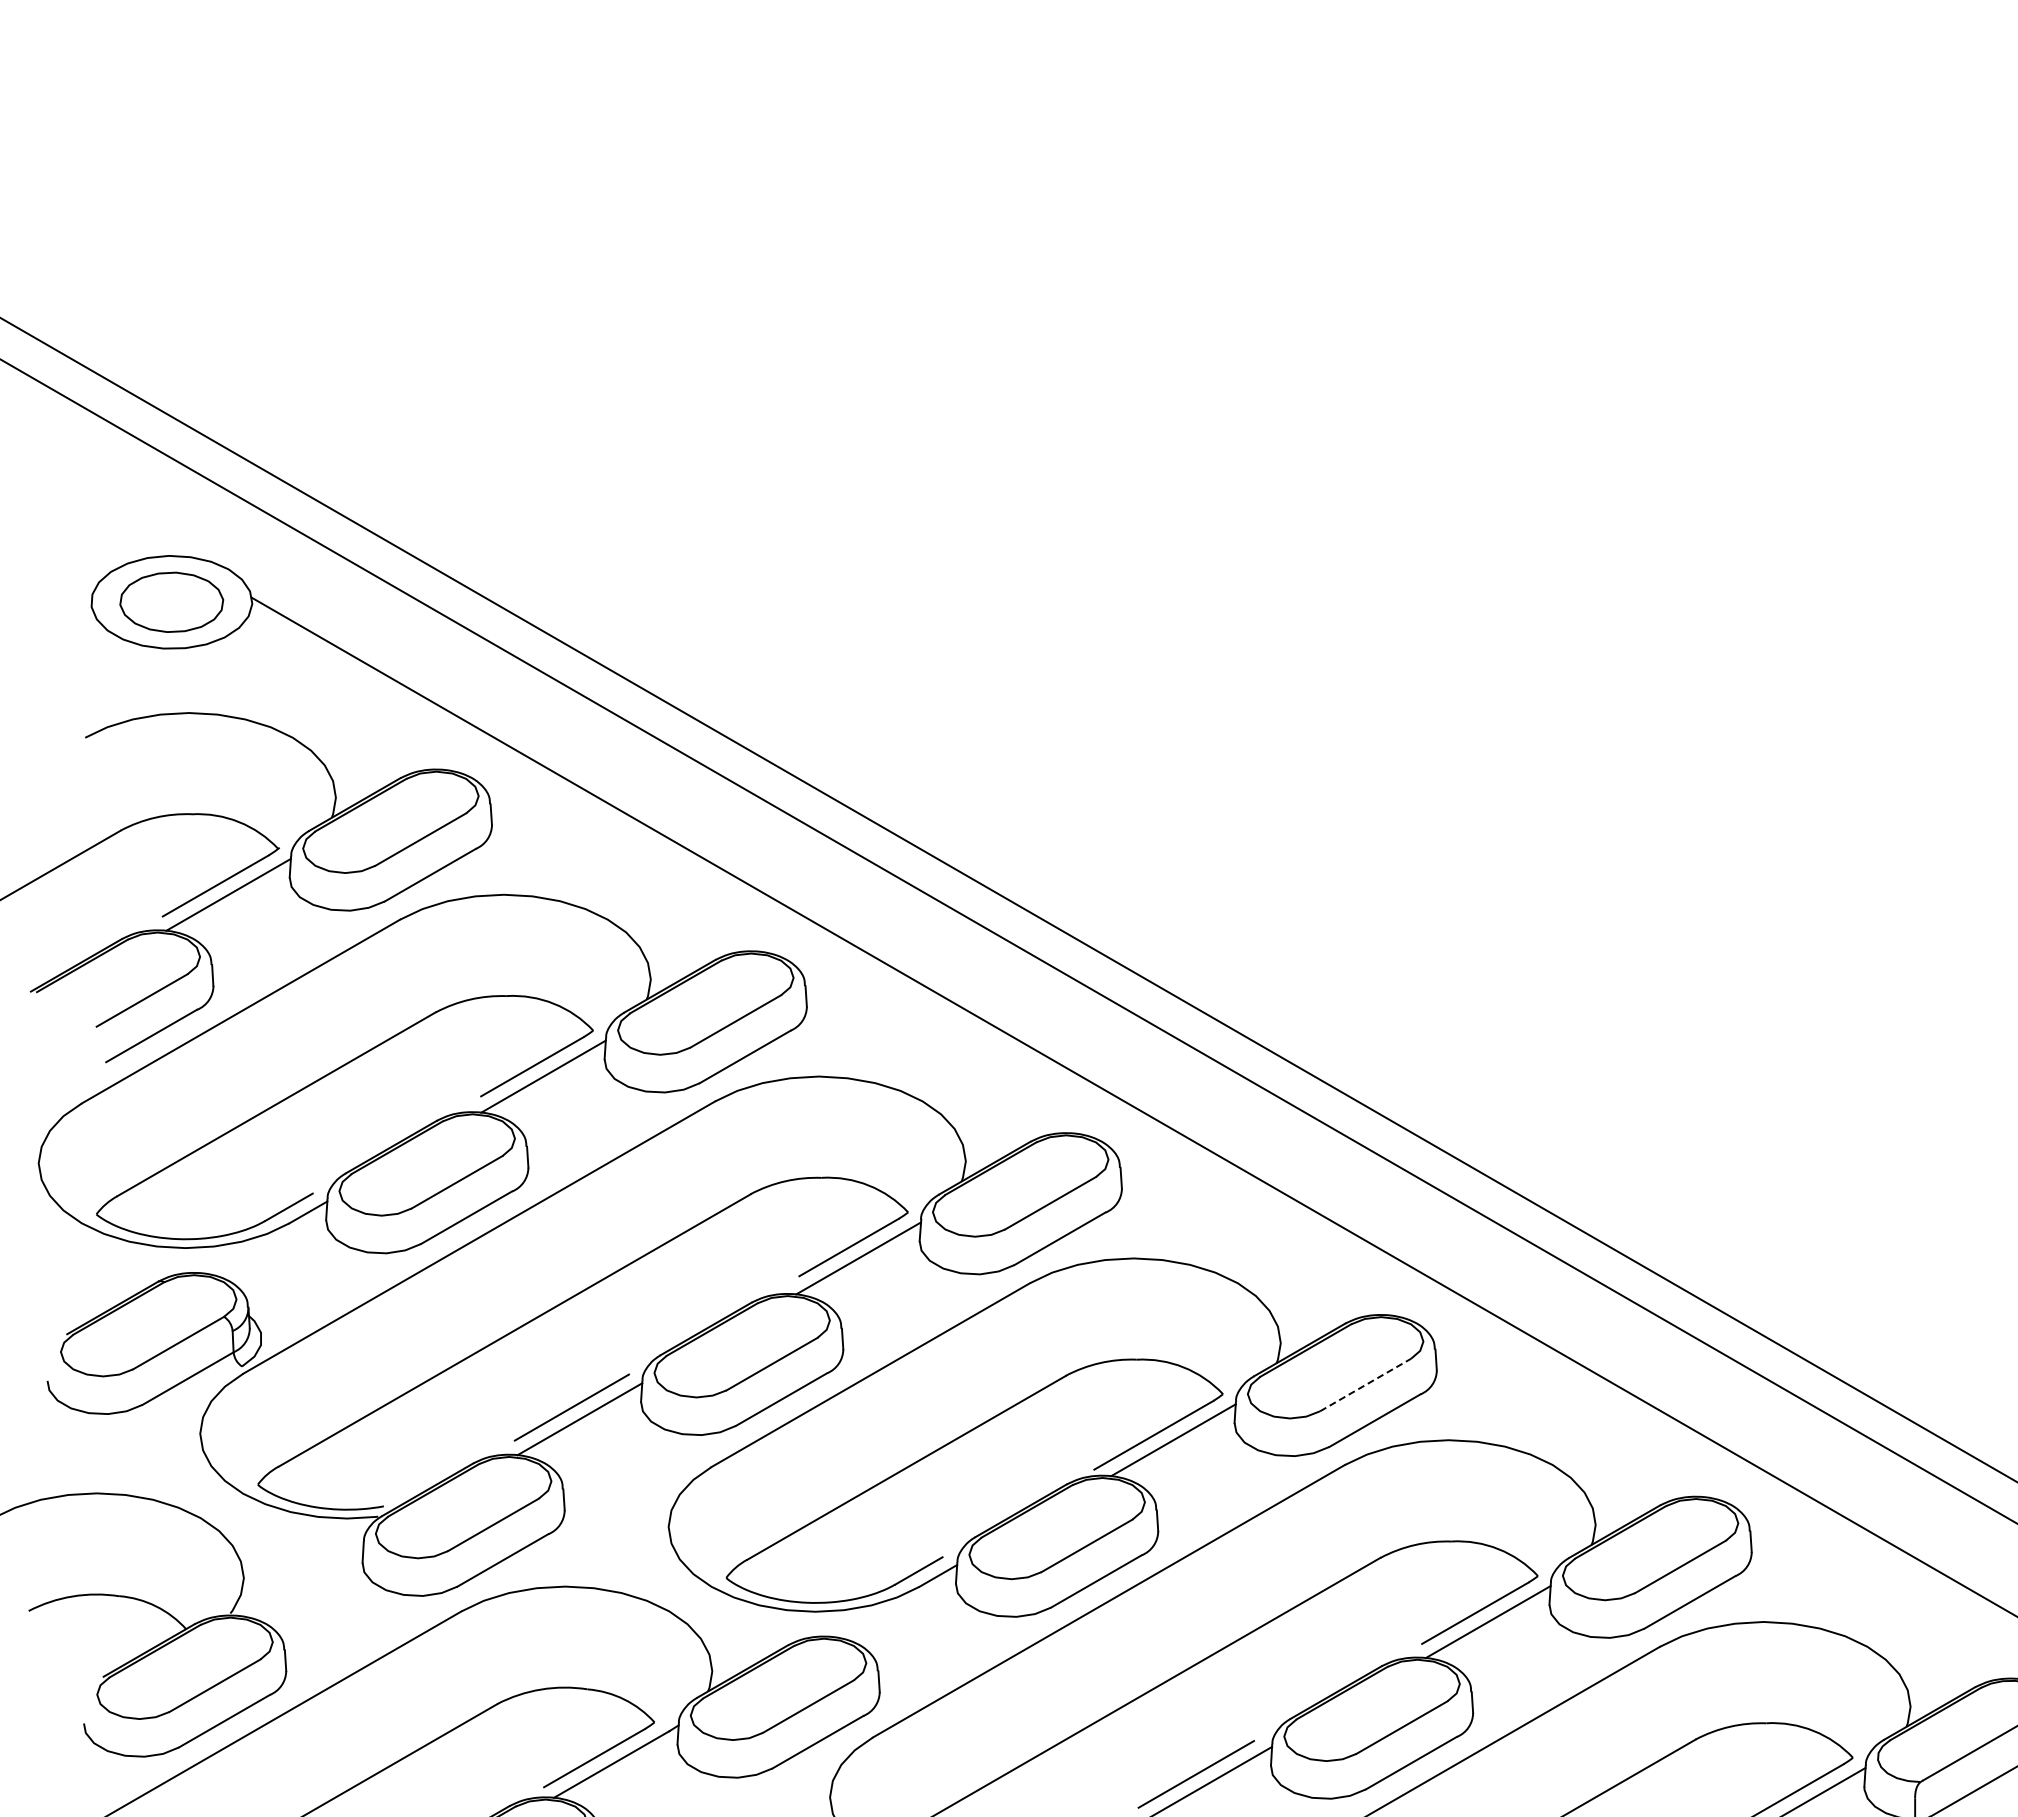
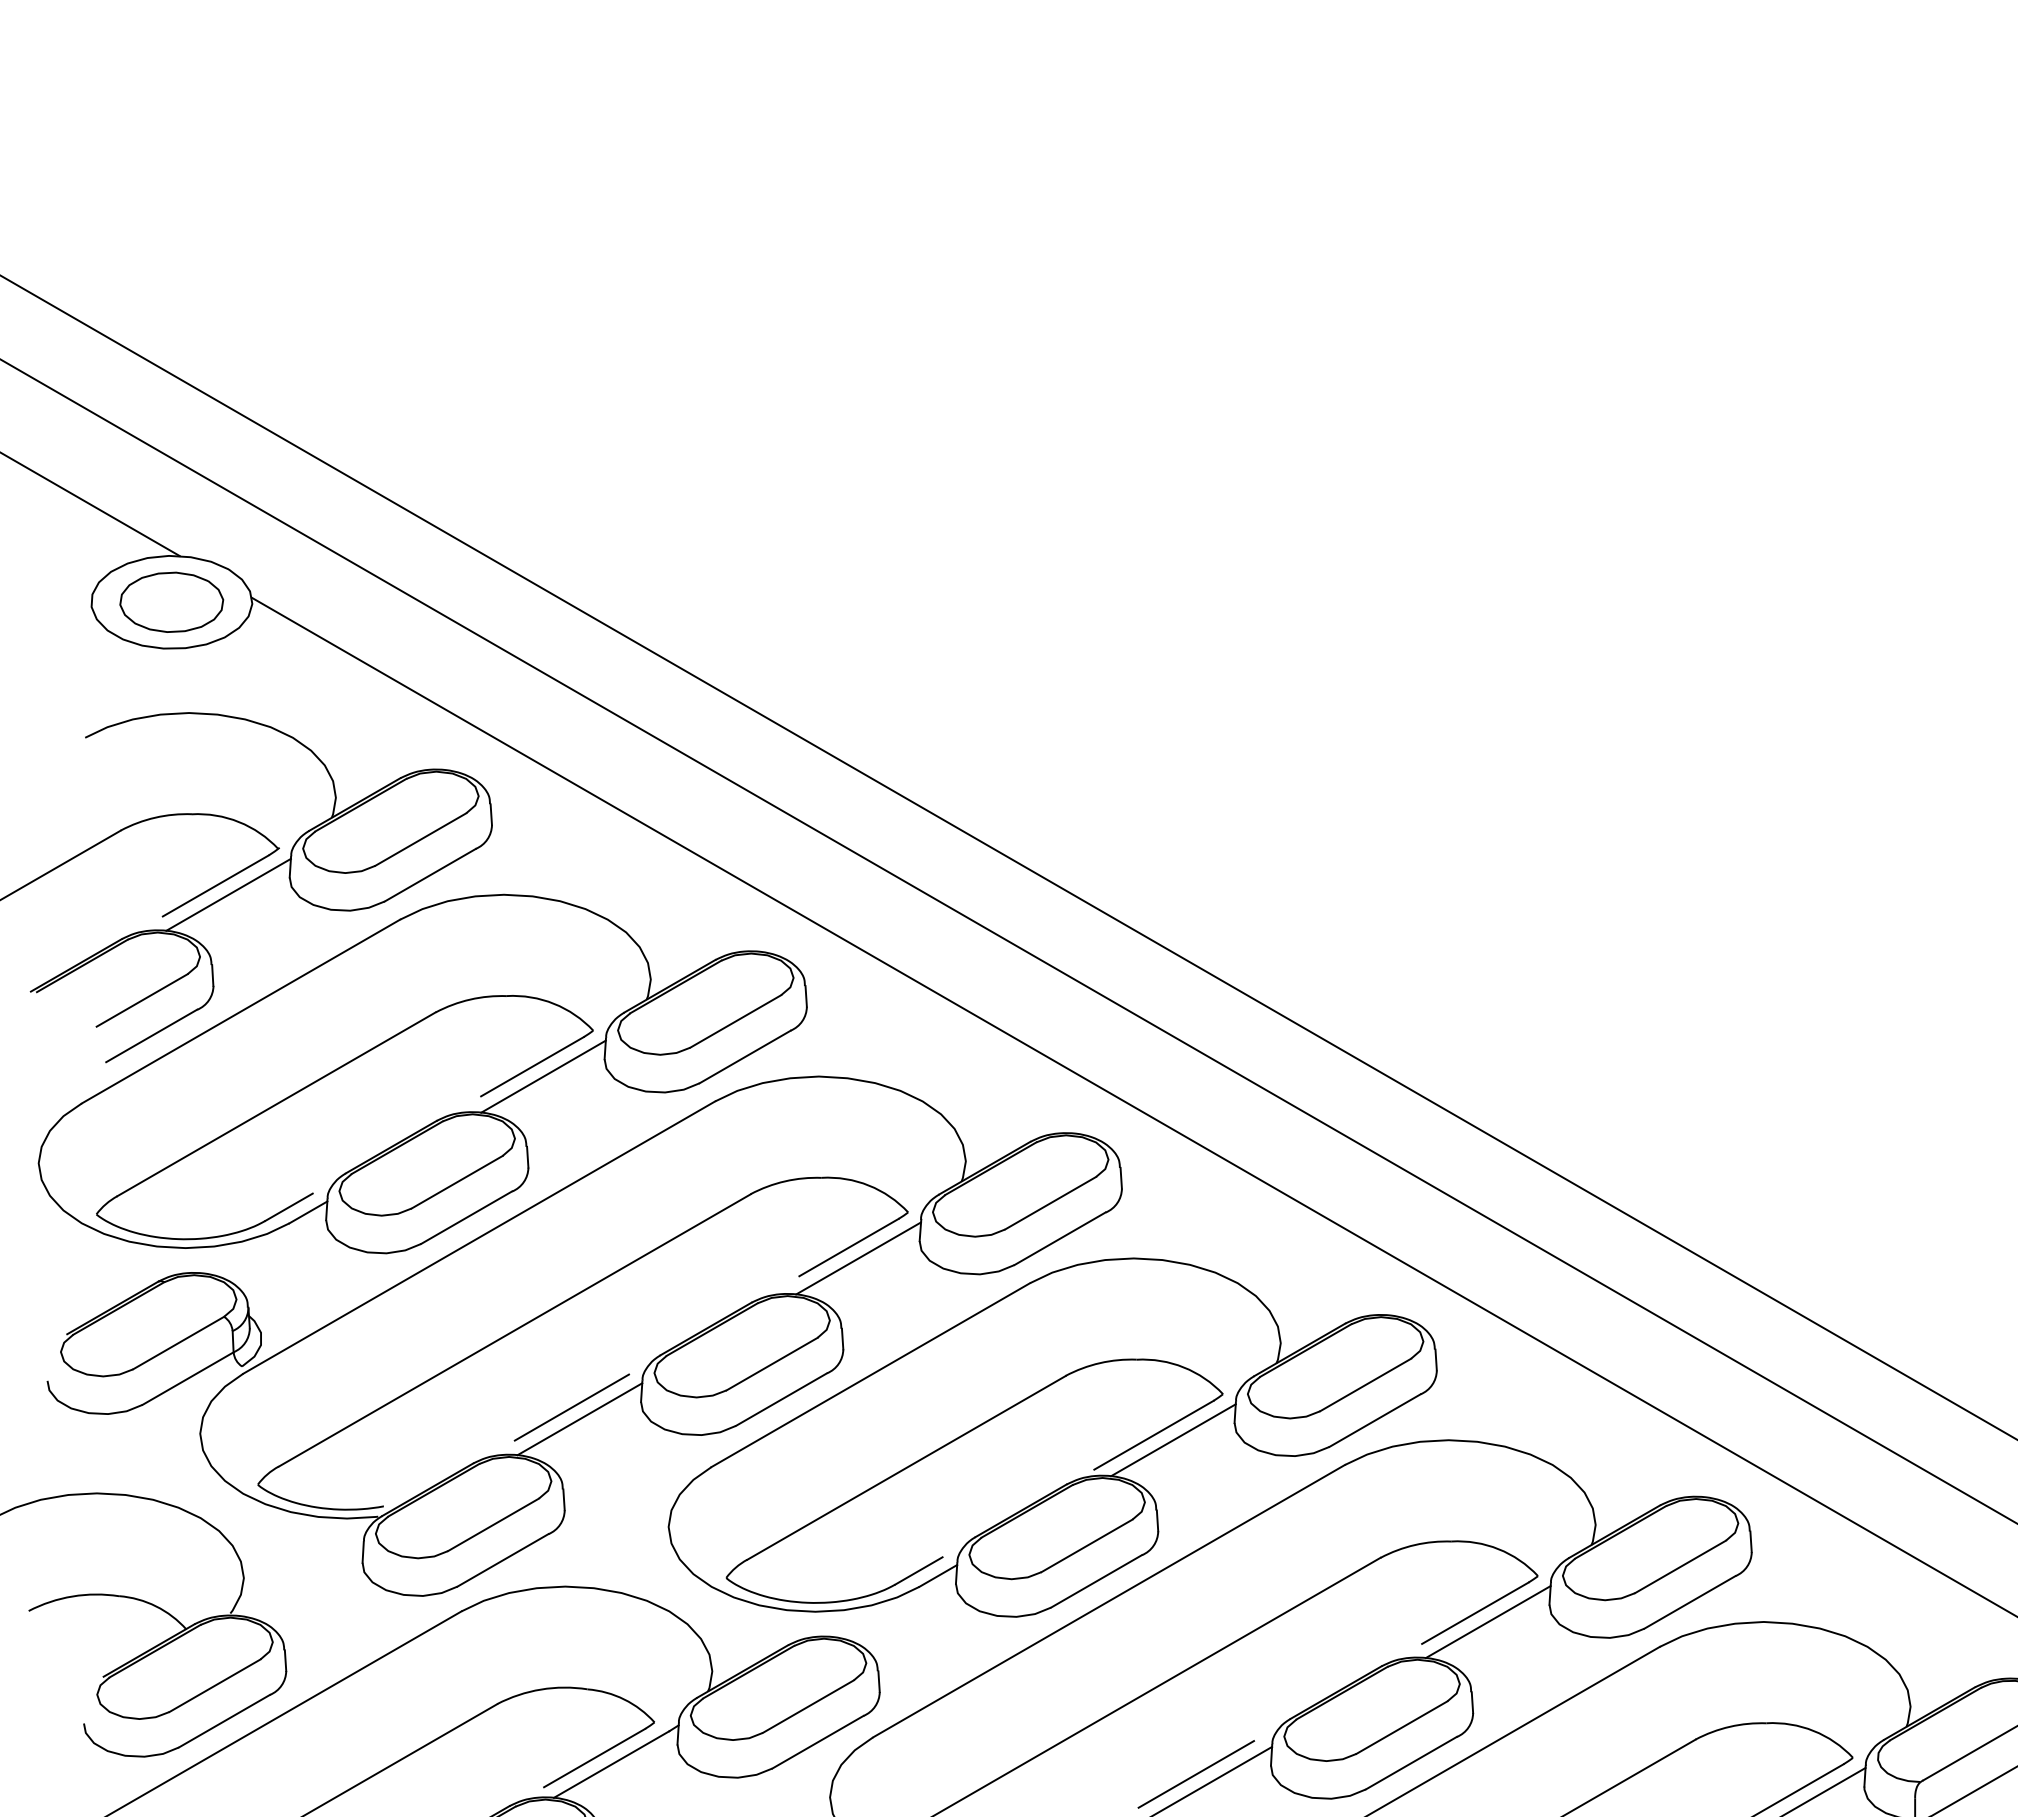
line at (90, 504): none -> present
line at (1008, 899) position: (1008, 899) -> (1008, 857)
line at (1365, 1385): dashed -> solid
